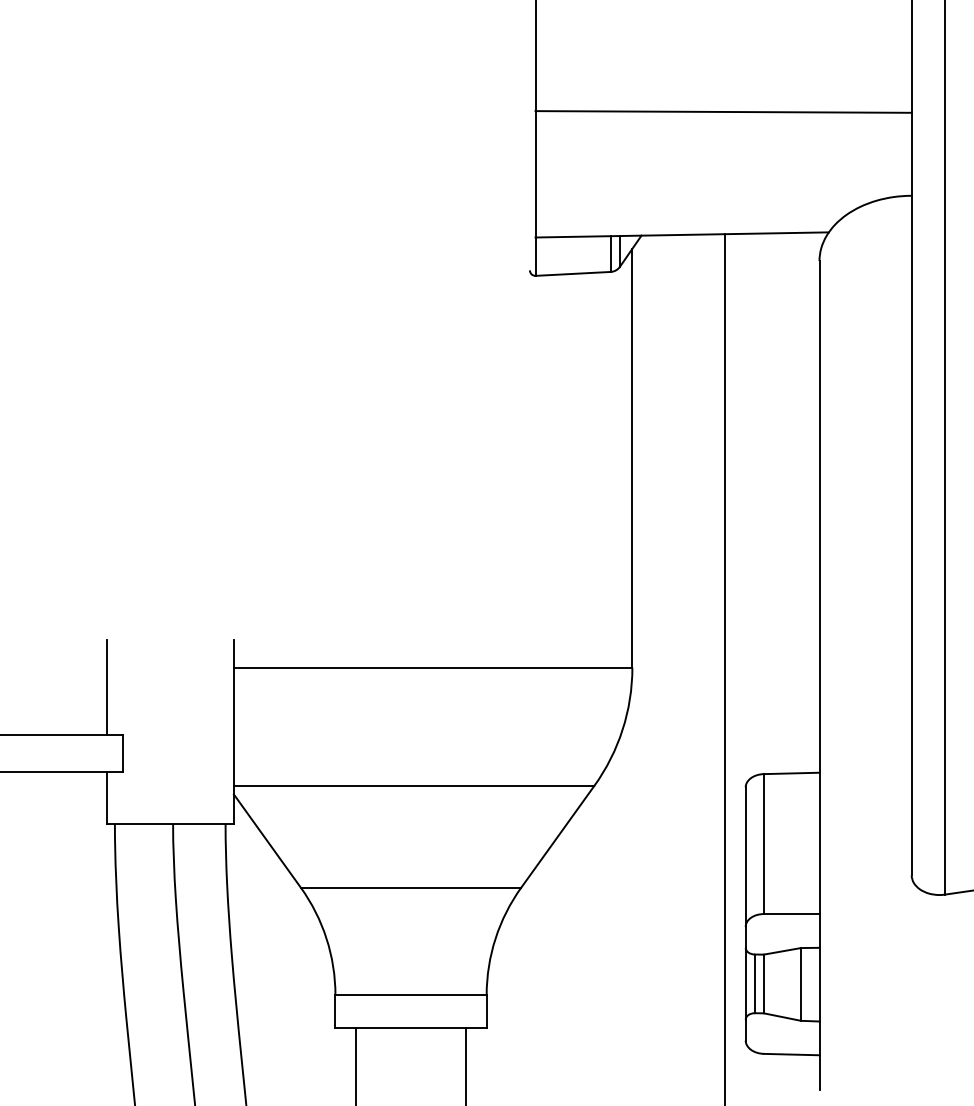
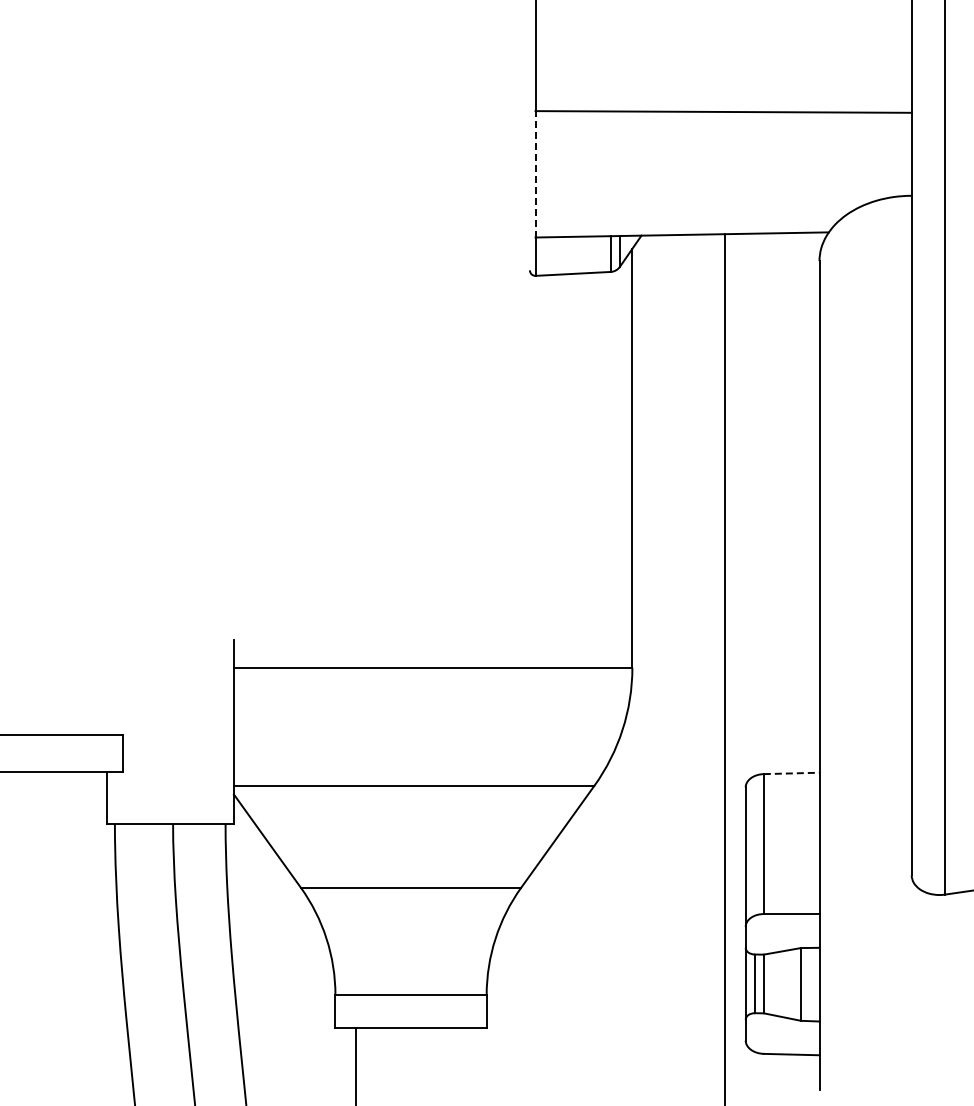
line at (535, 173): solid -> dashed
line at (106, 687): present -> none
line at (791, 773): solid -> dashed
line at (466, 1065): present -> none
